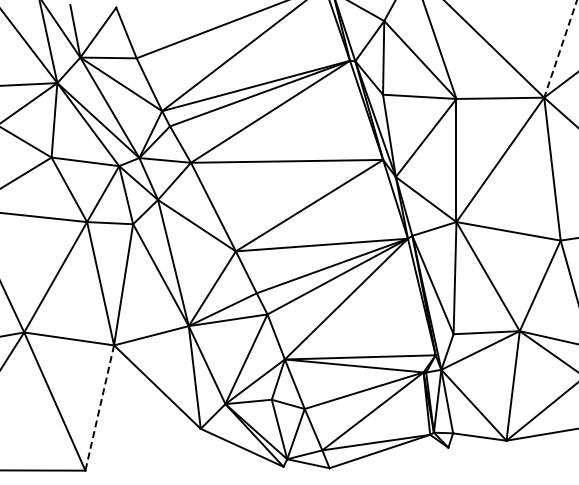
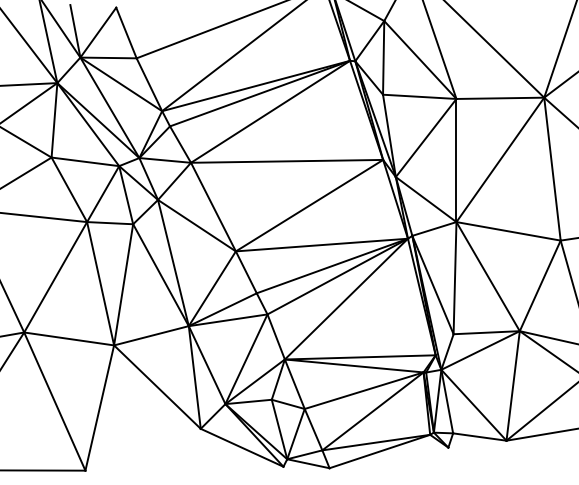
line at (560, 49): dashed -> solid
line at (99, 408): dashed -> solid
